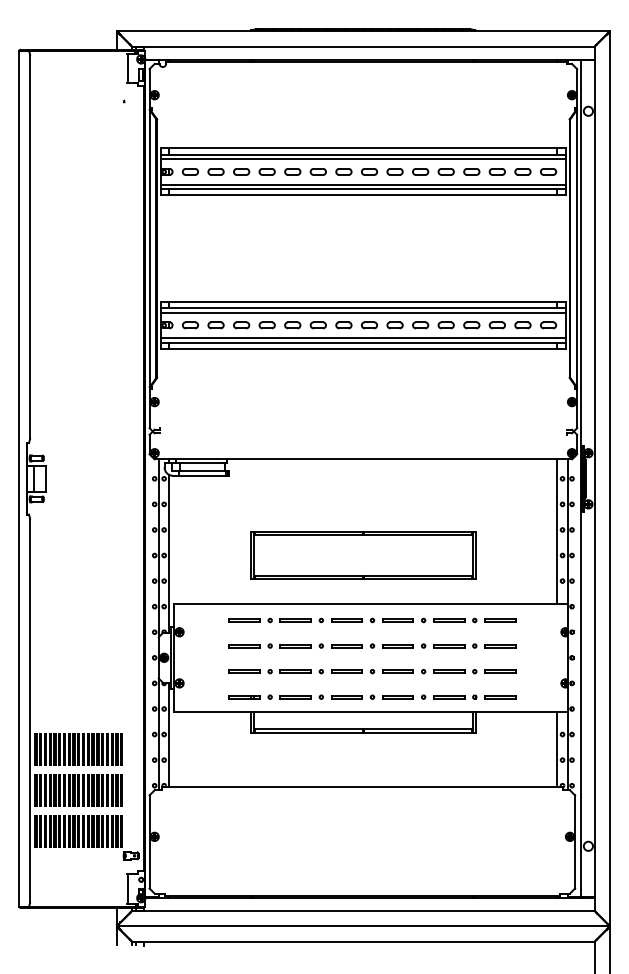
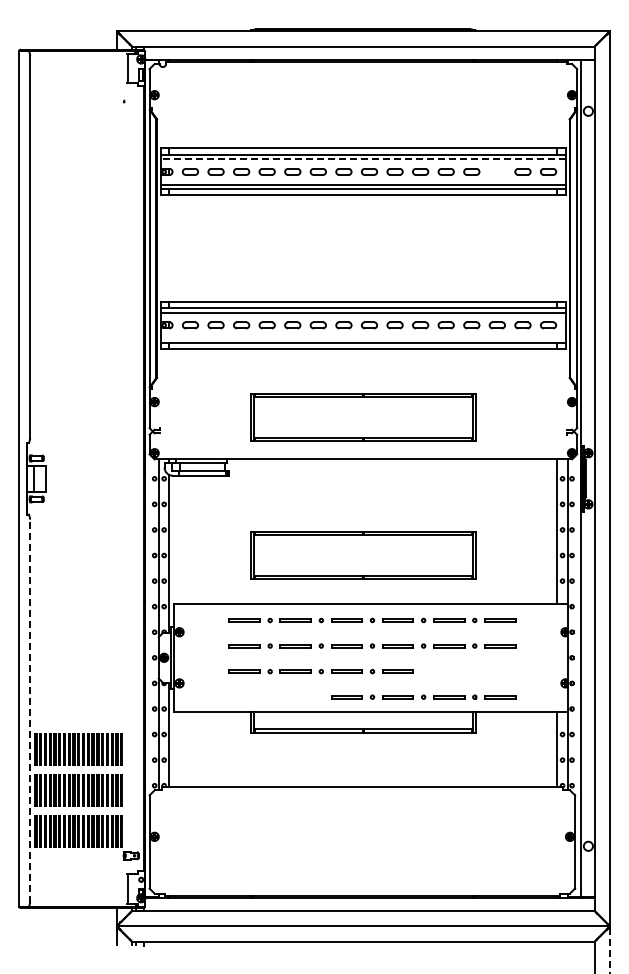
line at (363, 159): solid -> dashed
part at (496, 171): present -> none
line at (362, 338): present -> none
part at (363, 417): none -> present
part at (468, 671): present -> none
part at (275, 696): present -> none
line at (30, 710): solid -> dashed
line at (609, 950): solid -> dashed
